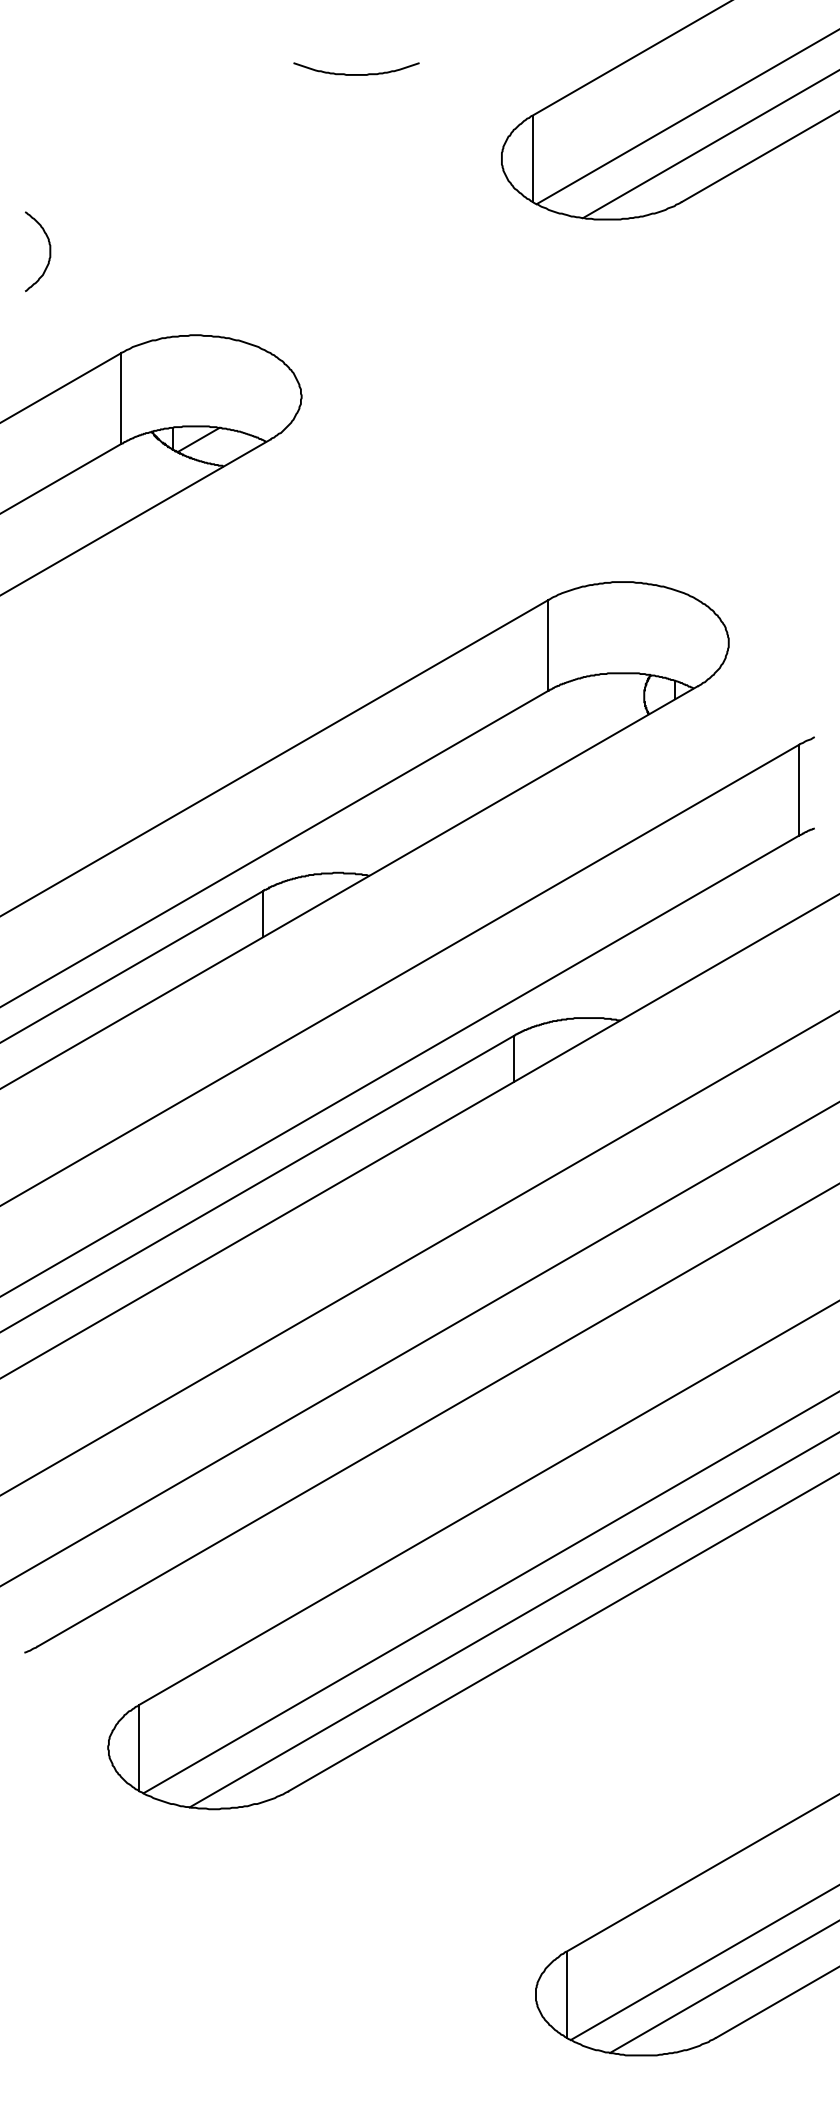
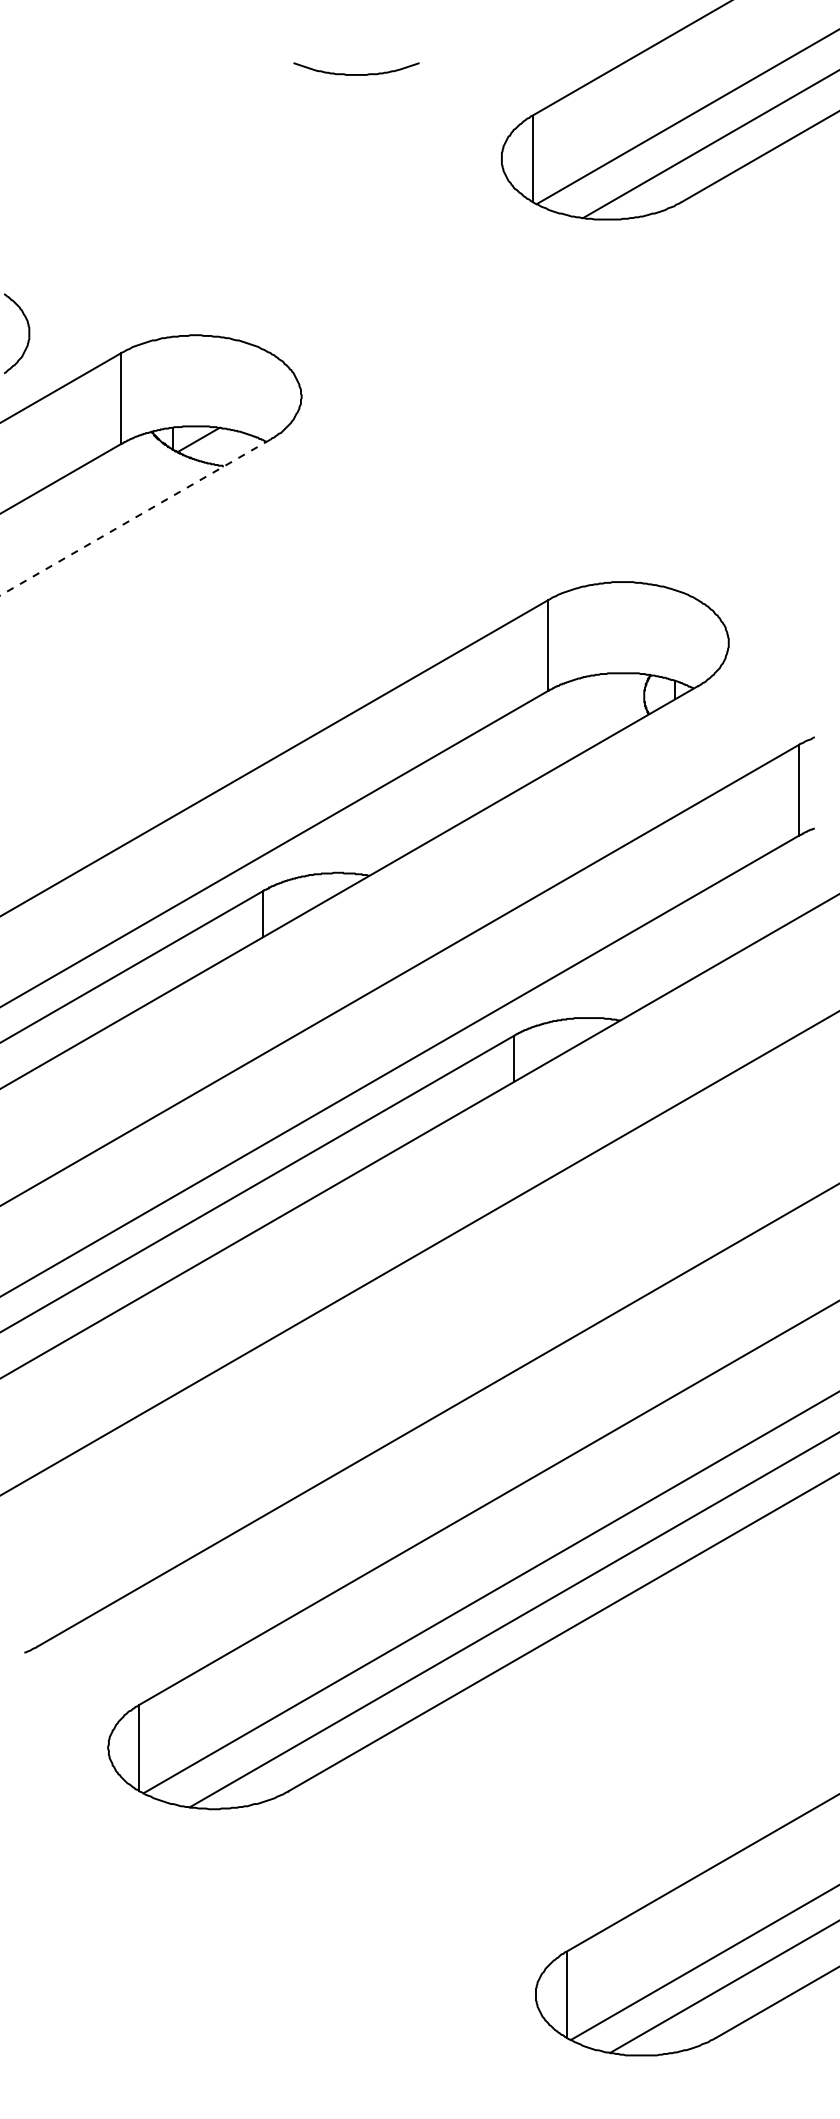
curve at (49, 251) position: (49, 251) -> (28, 333)
line at (135, 517): solid -> dashed
line at (419, 1344): present -> none
